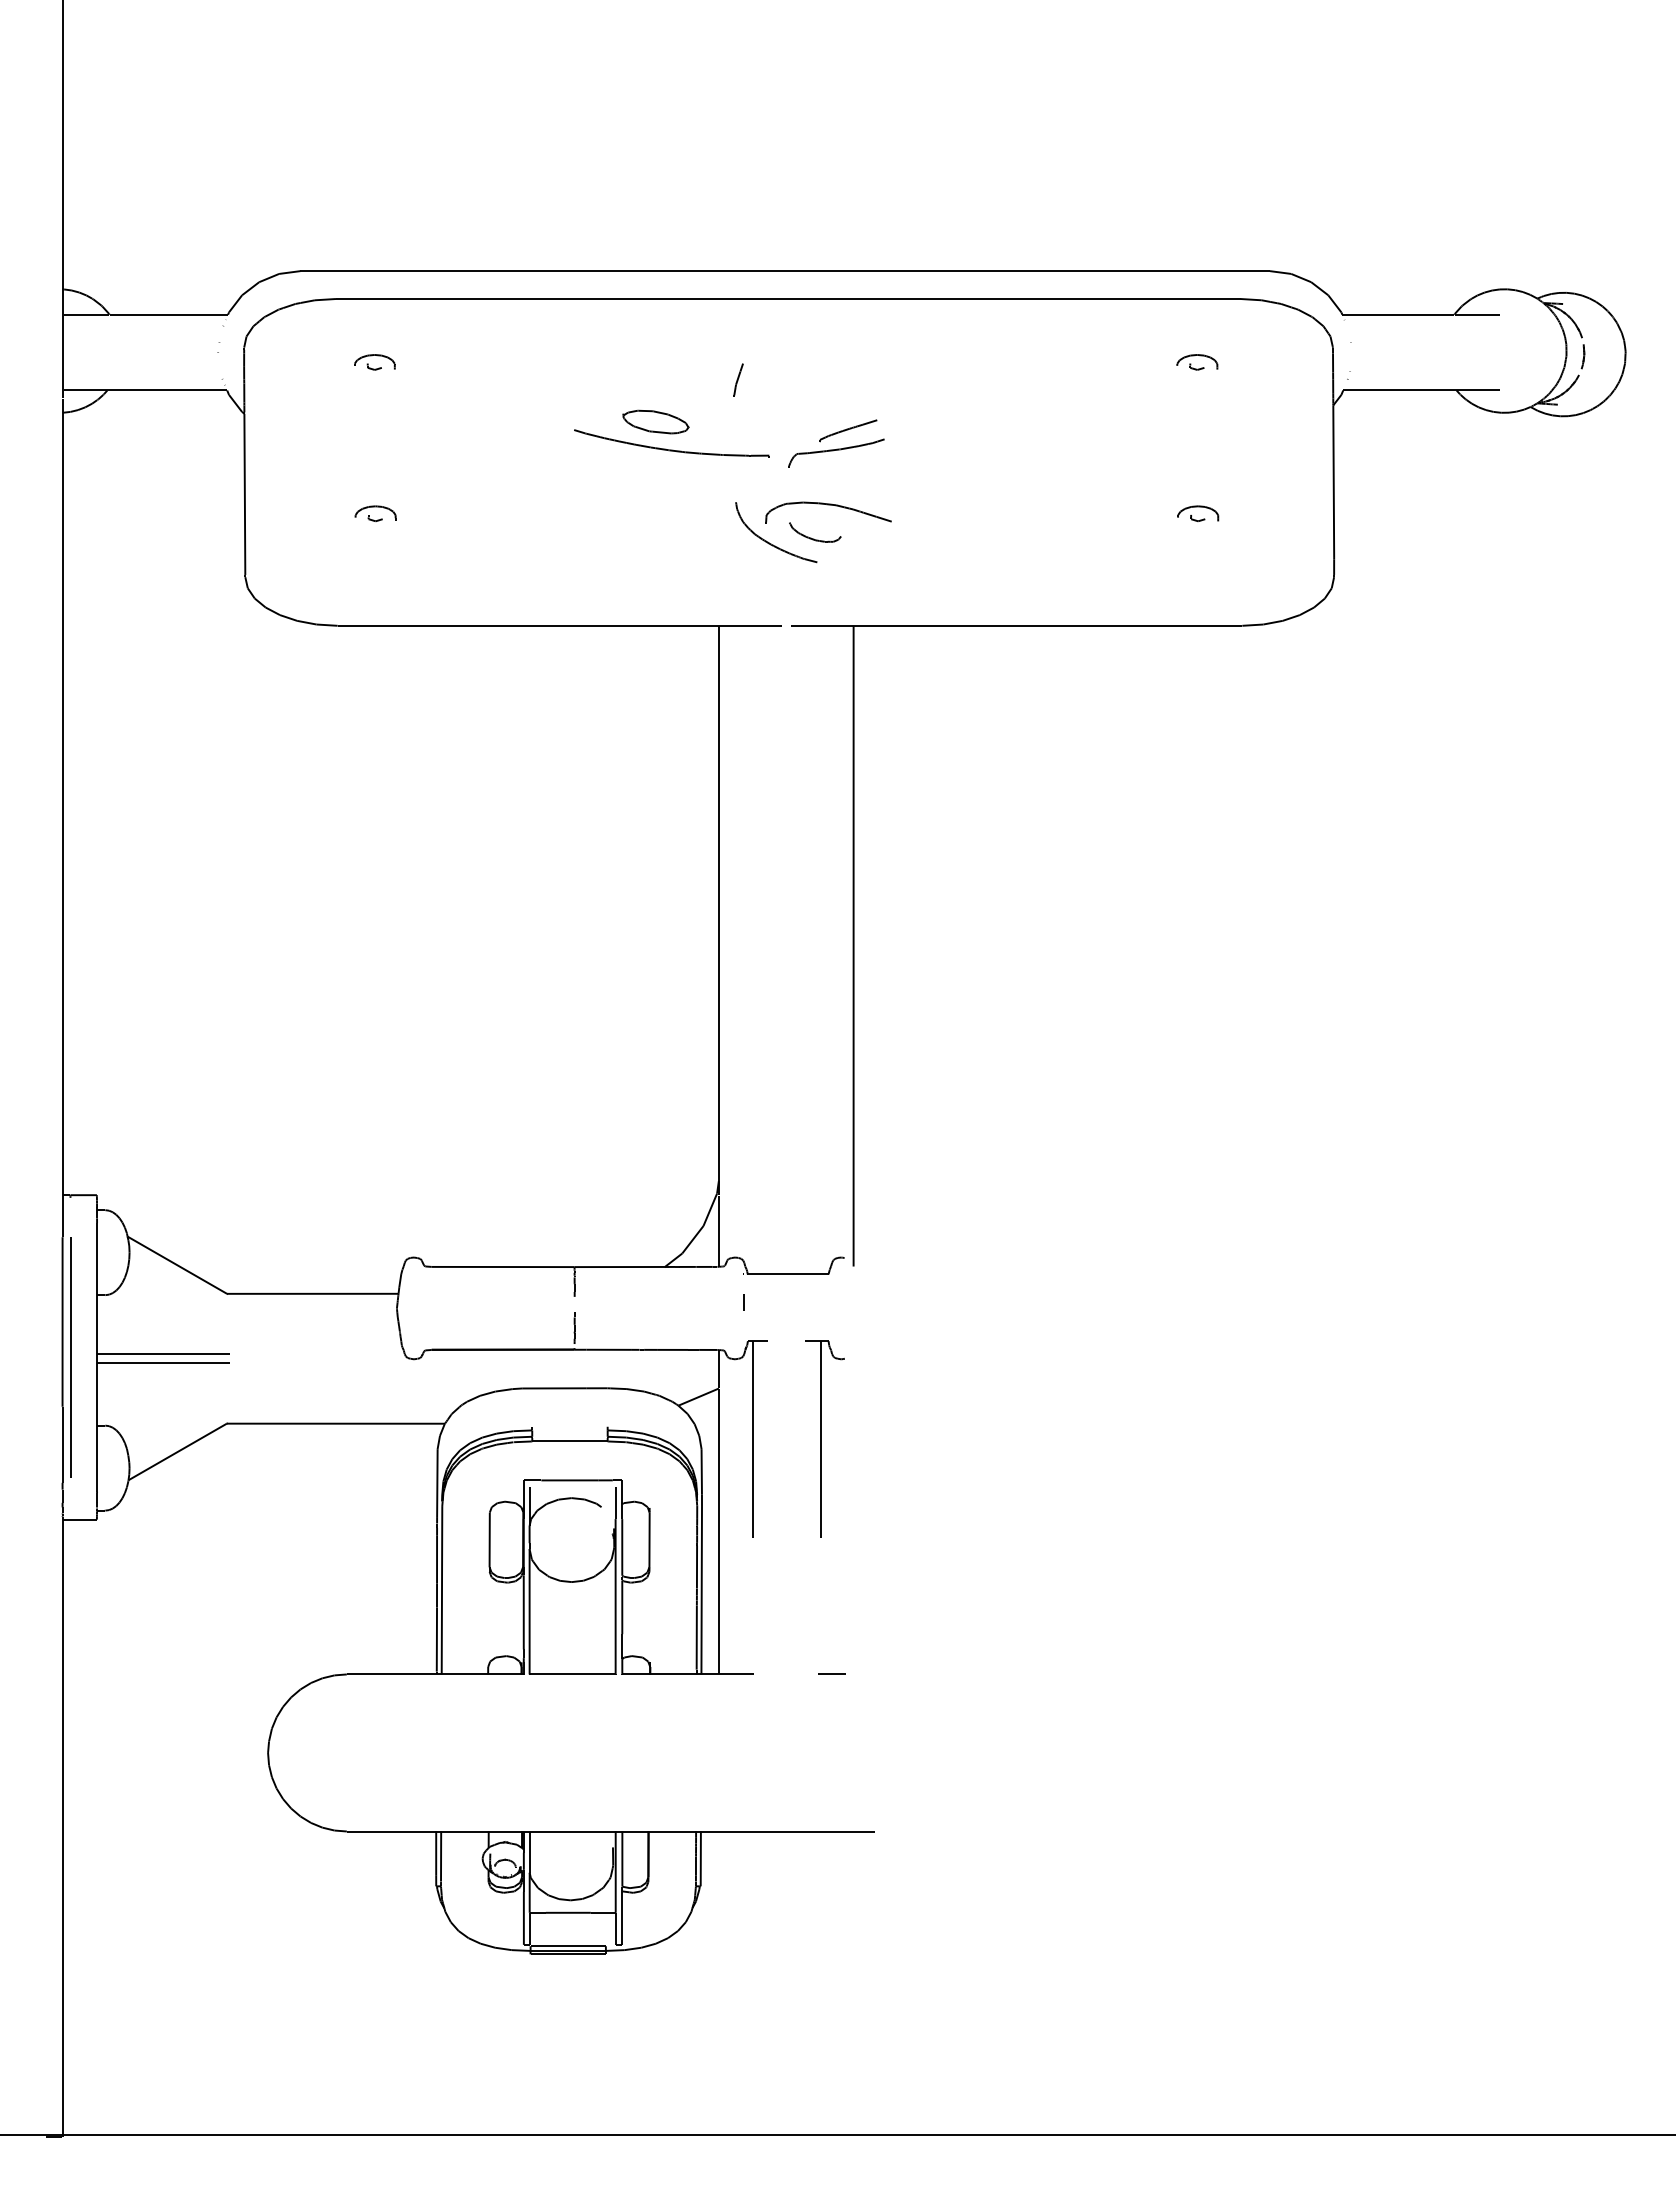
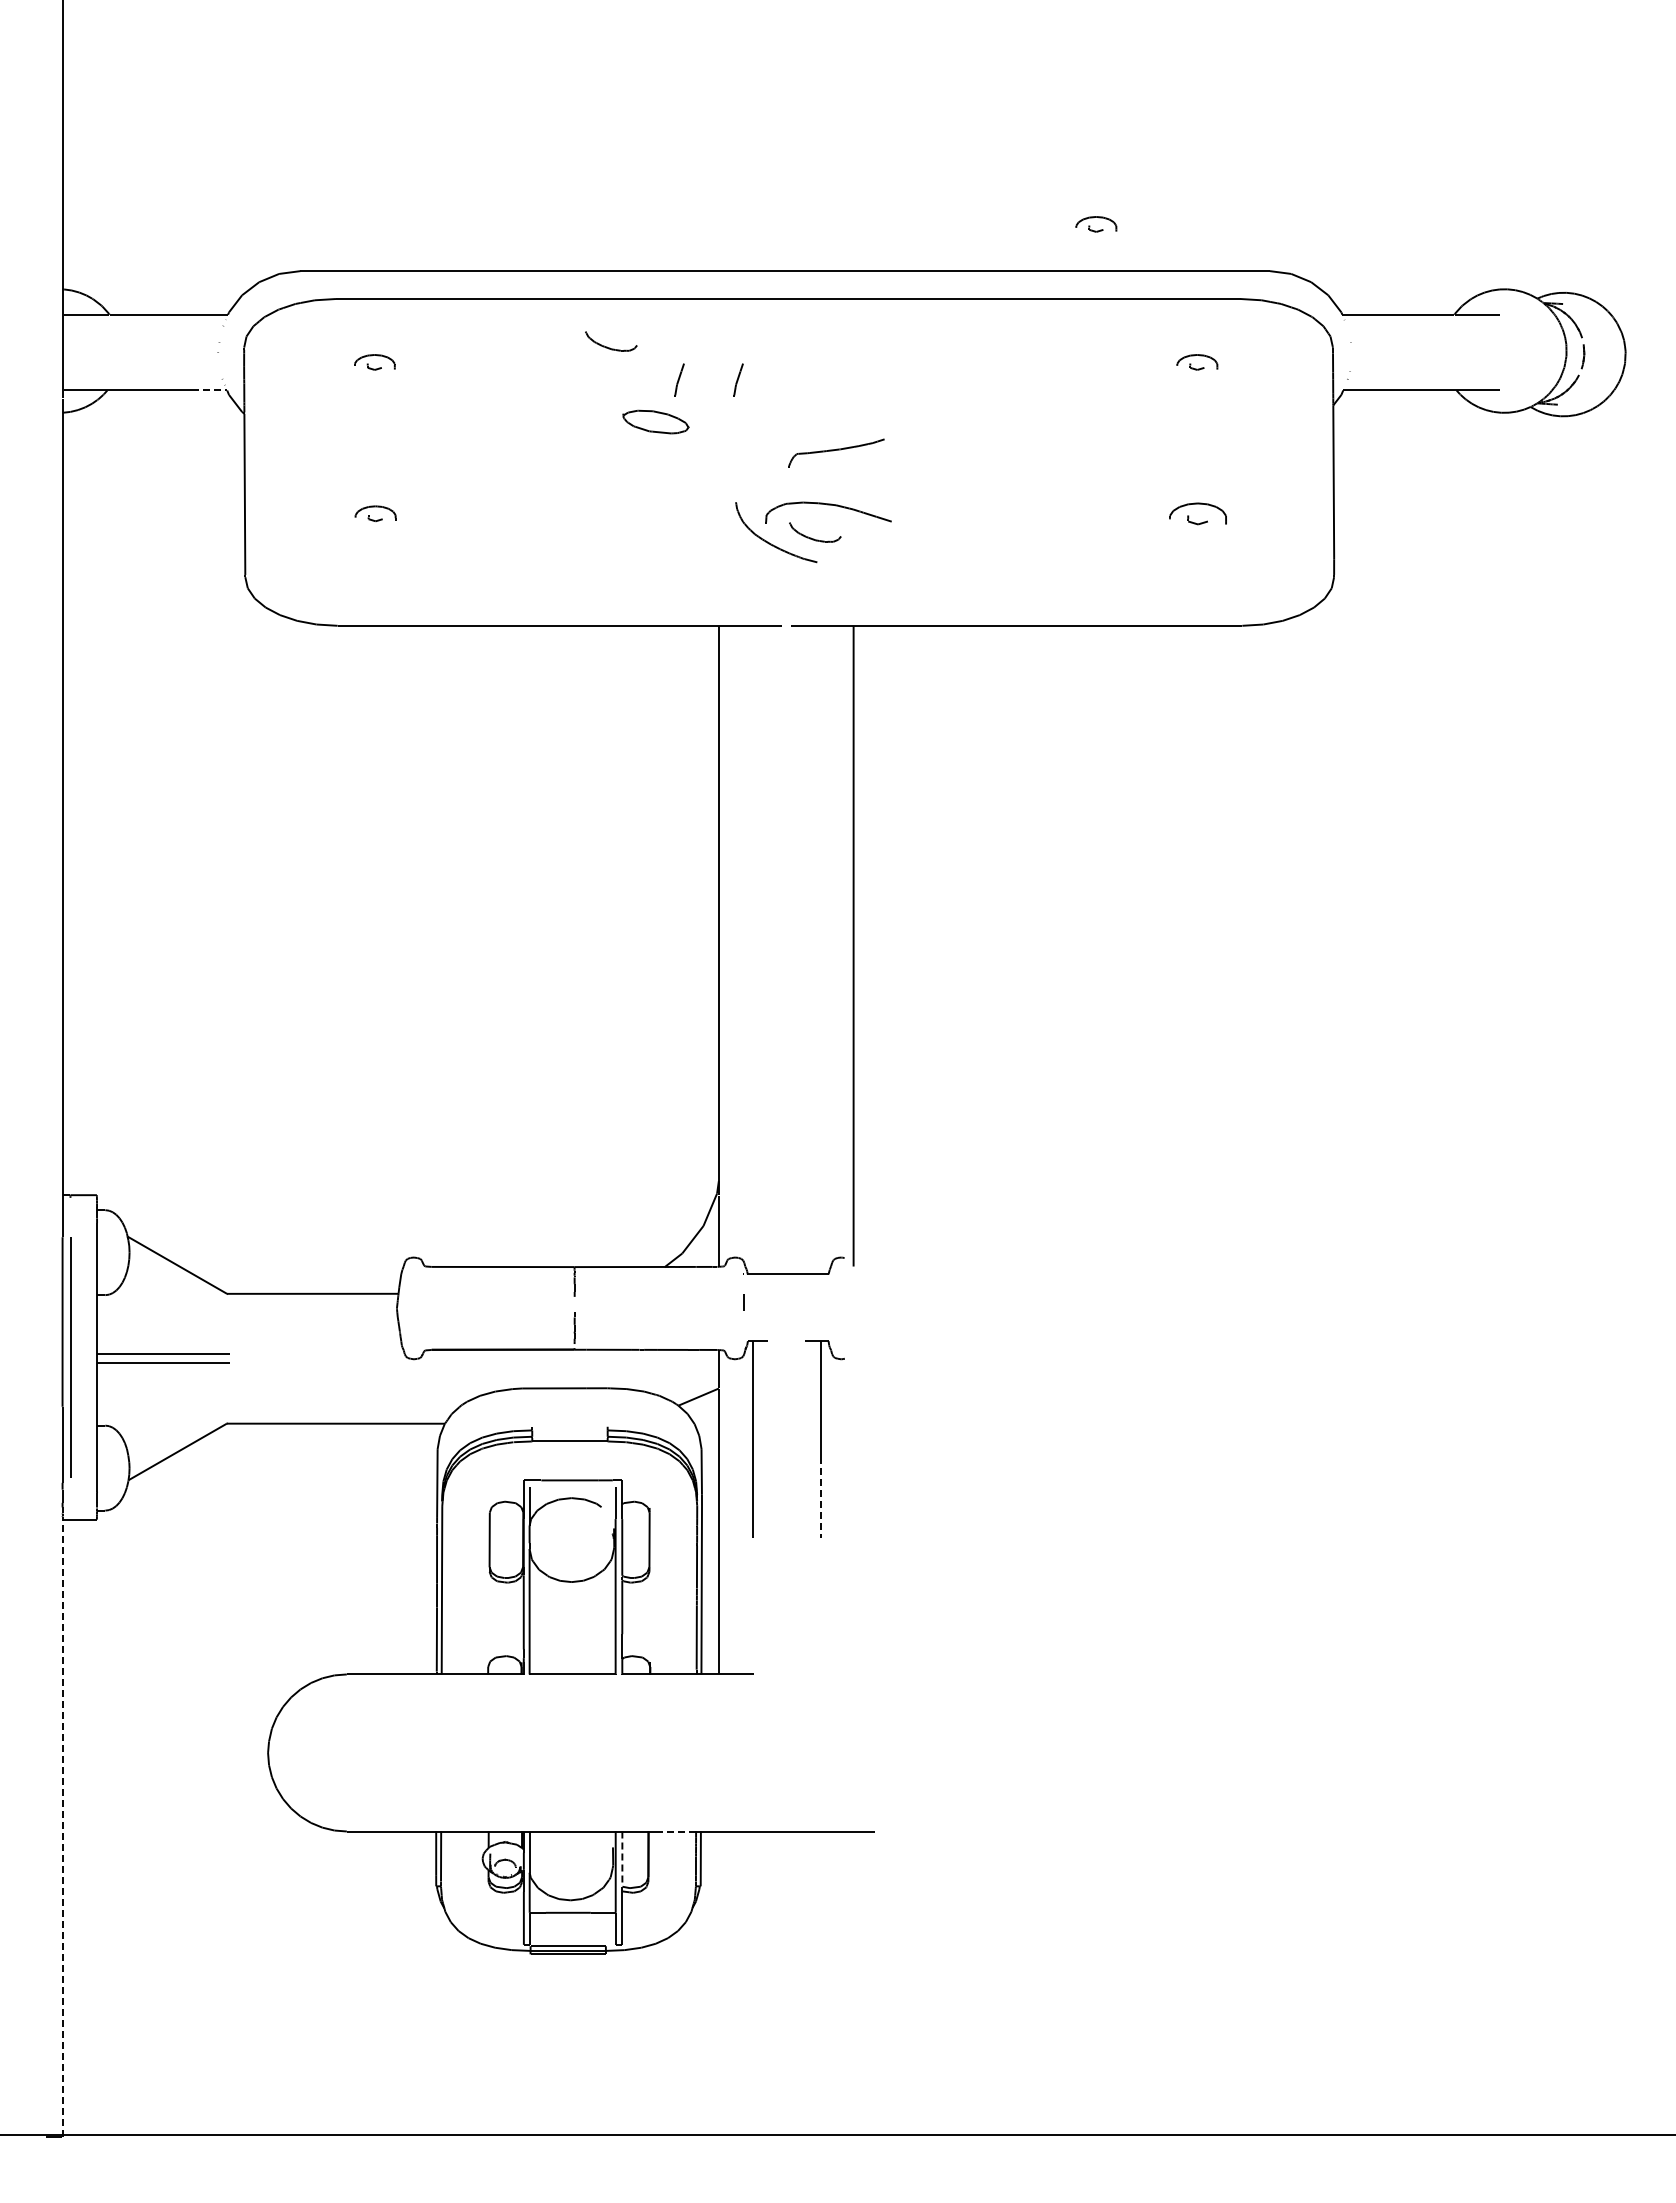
part at (1096, 224): none -> present
part at (610, 347): none -> present
part at (679, 379): none -> present
line at (209, 390): solid -> dashed
part at (848, 430): present -> none
part at (671, 443): present -> none
part at (1198, 513) size: 43x17 px -> 58x24 px
line at (820, 1497): solid -> dashed
line at (831, 1673): present -> none
line at (62, 1828): solid -> dashed
line at (678, 1831): solid -> dashed
line at (622, 1859): solid -> dashed
